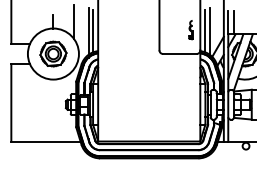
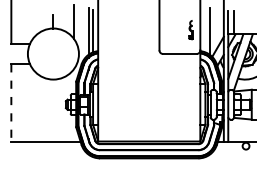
line at (205, 31): present -> none
part at (53, 53): present -> none
line at (11, 102): solid -> dashed
